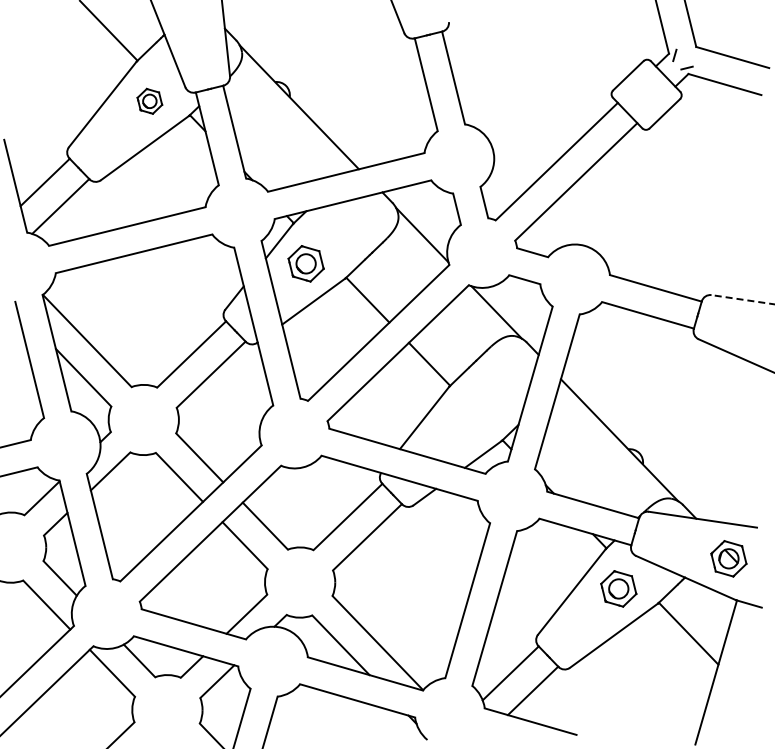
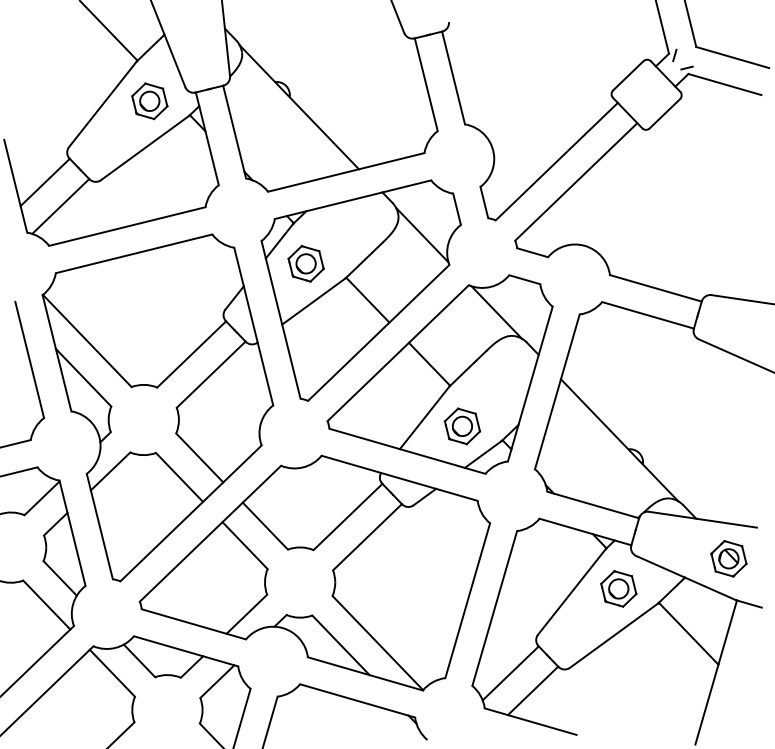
part at (149, 100) size: 28x28 px -> 38x39 px
line at (742, 299): dashed -> solid
part at (462, 426): none -> present
